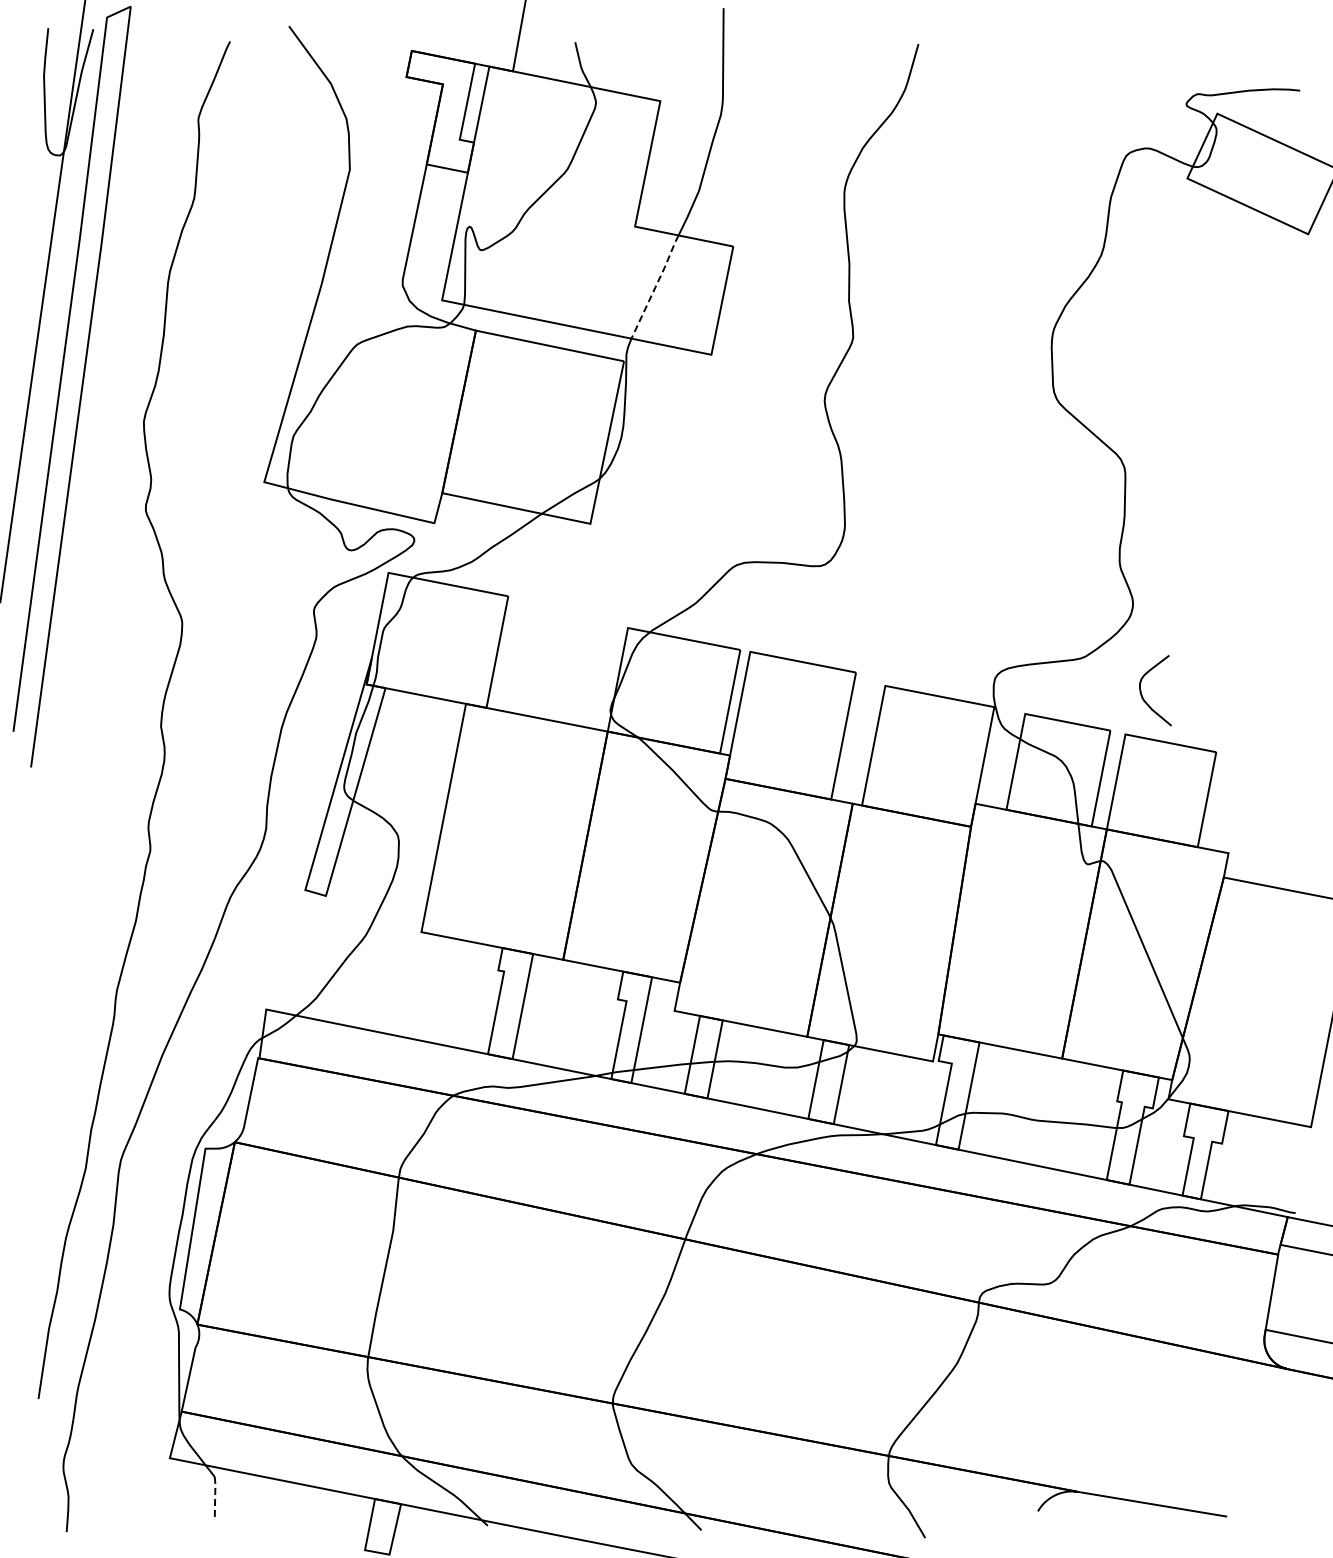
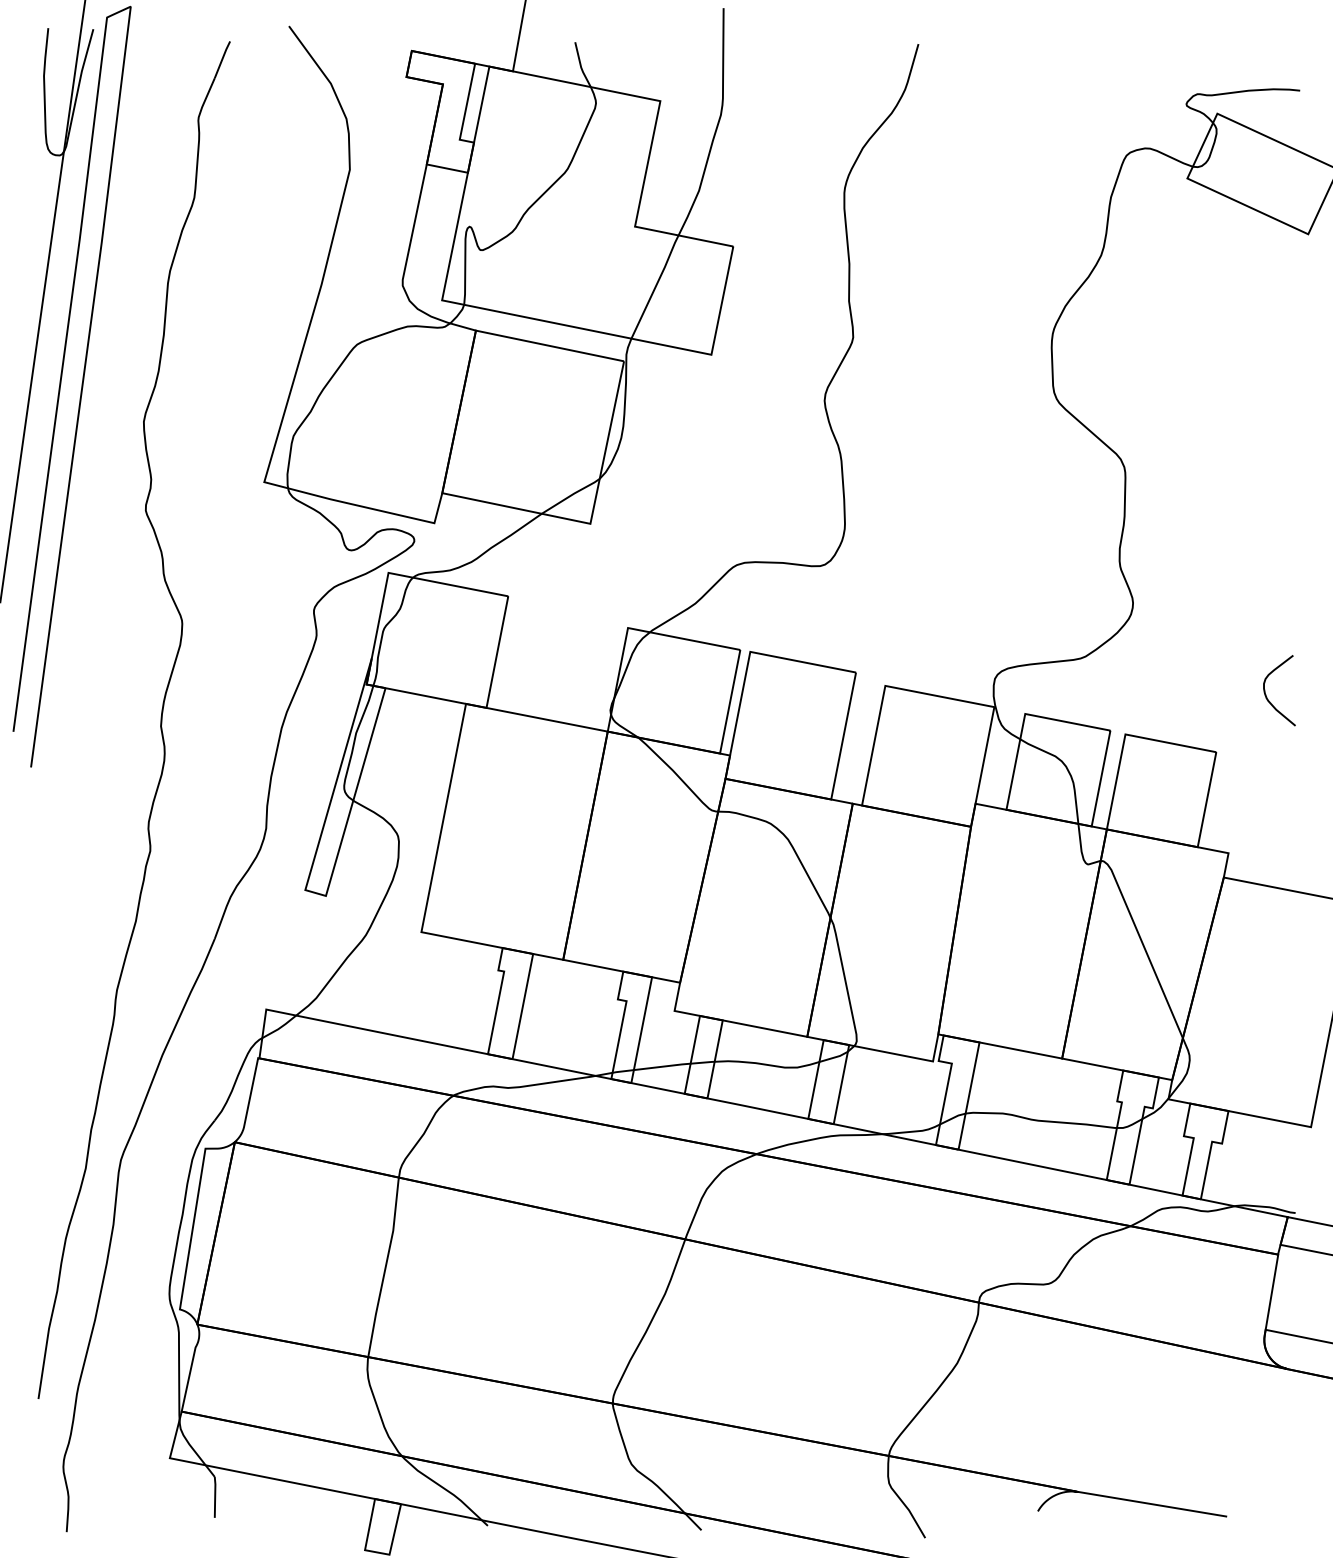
line at (656, 286): dashed -> solid
curve at (1142, 694) position: (1142, 694) -> (1266, 694)
line at (215, 1497): dashed -> solid
